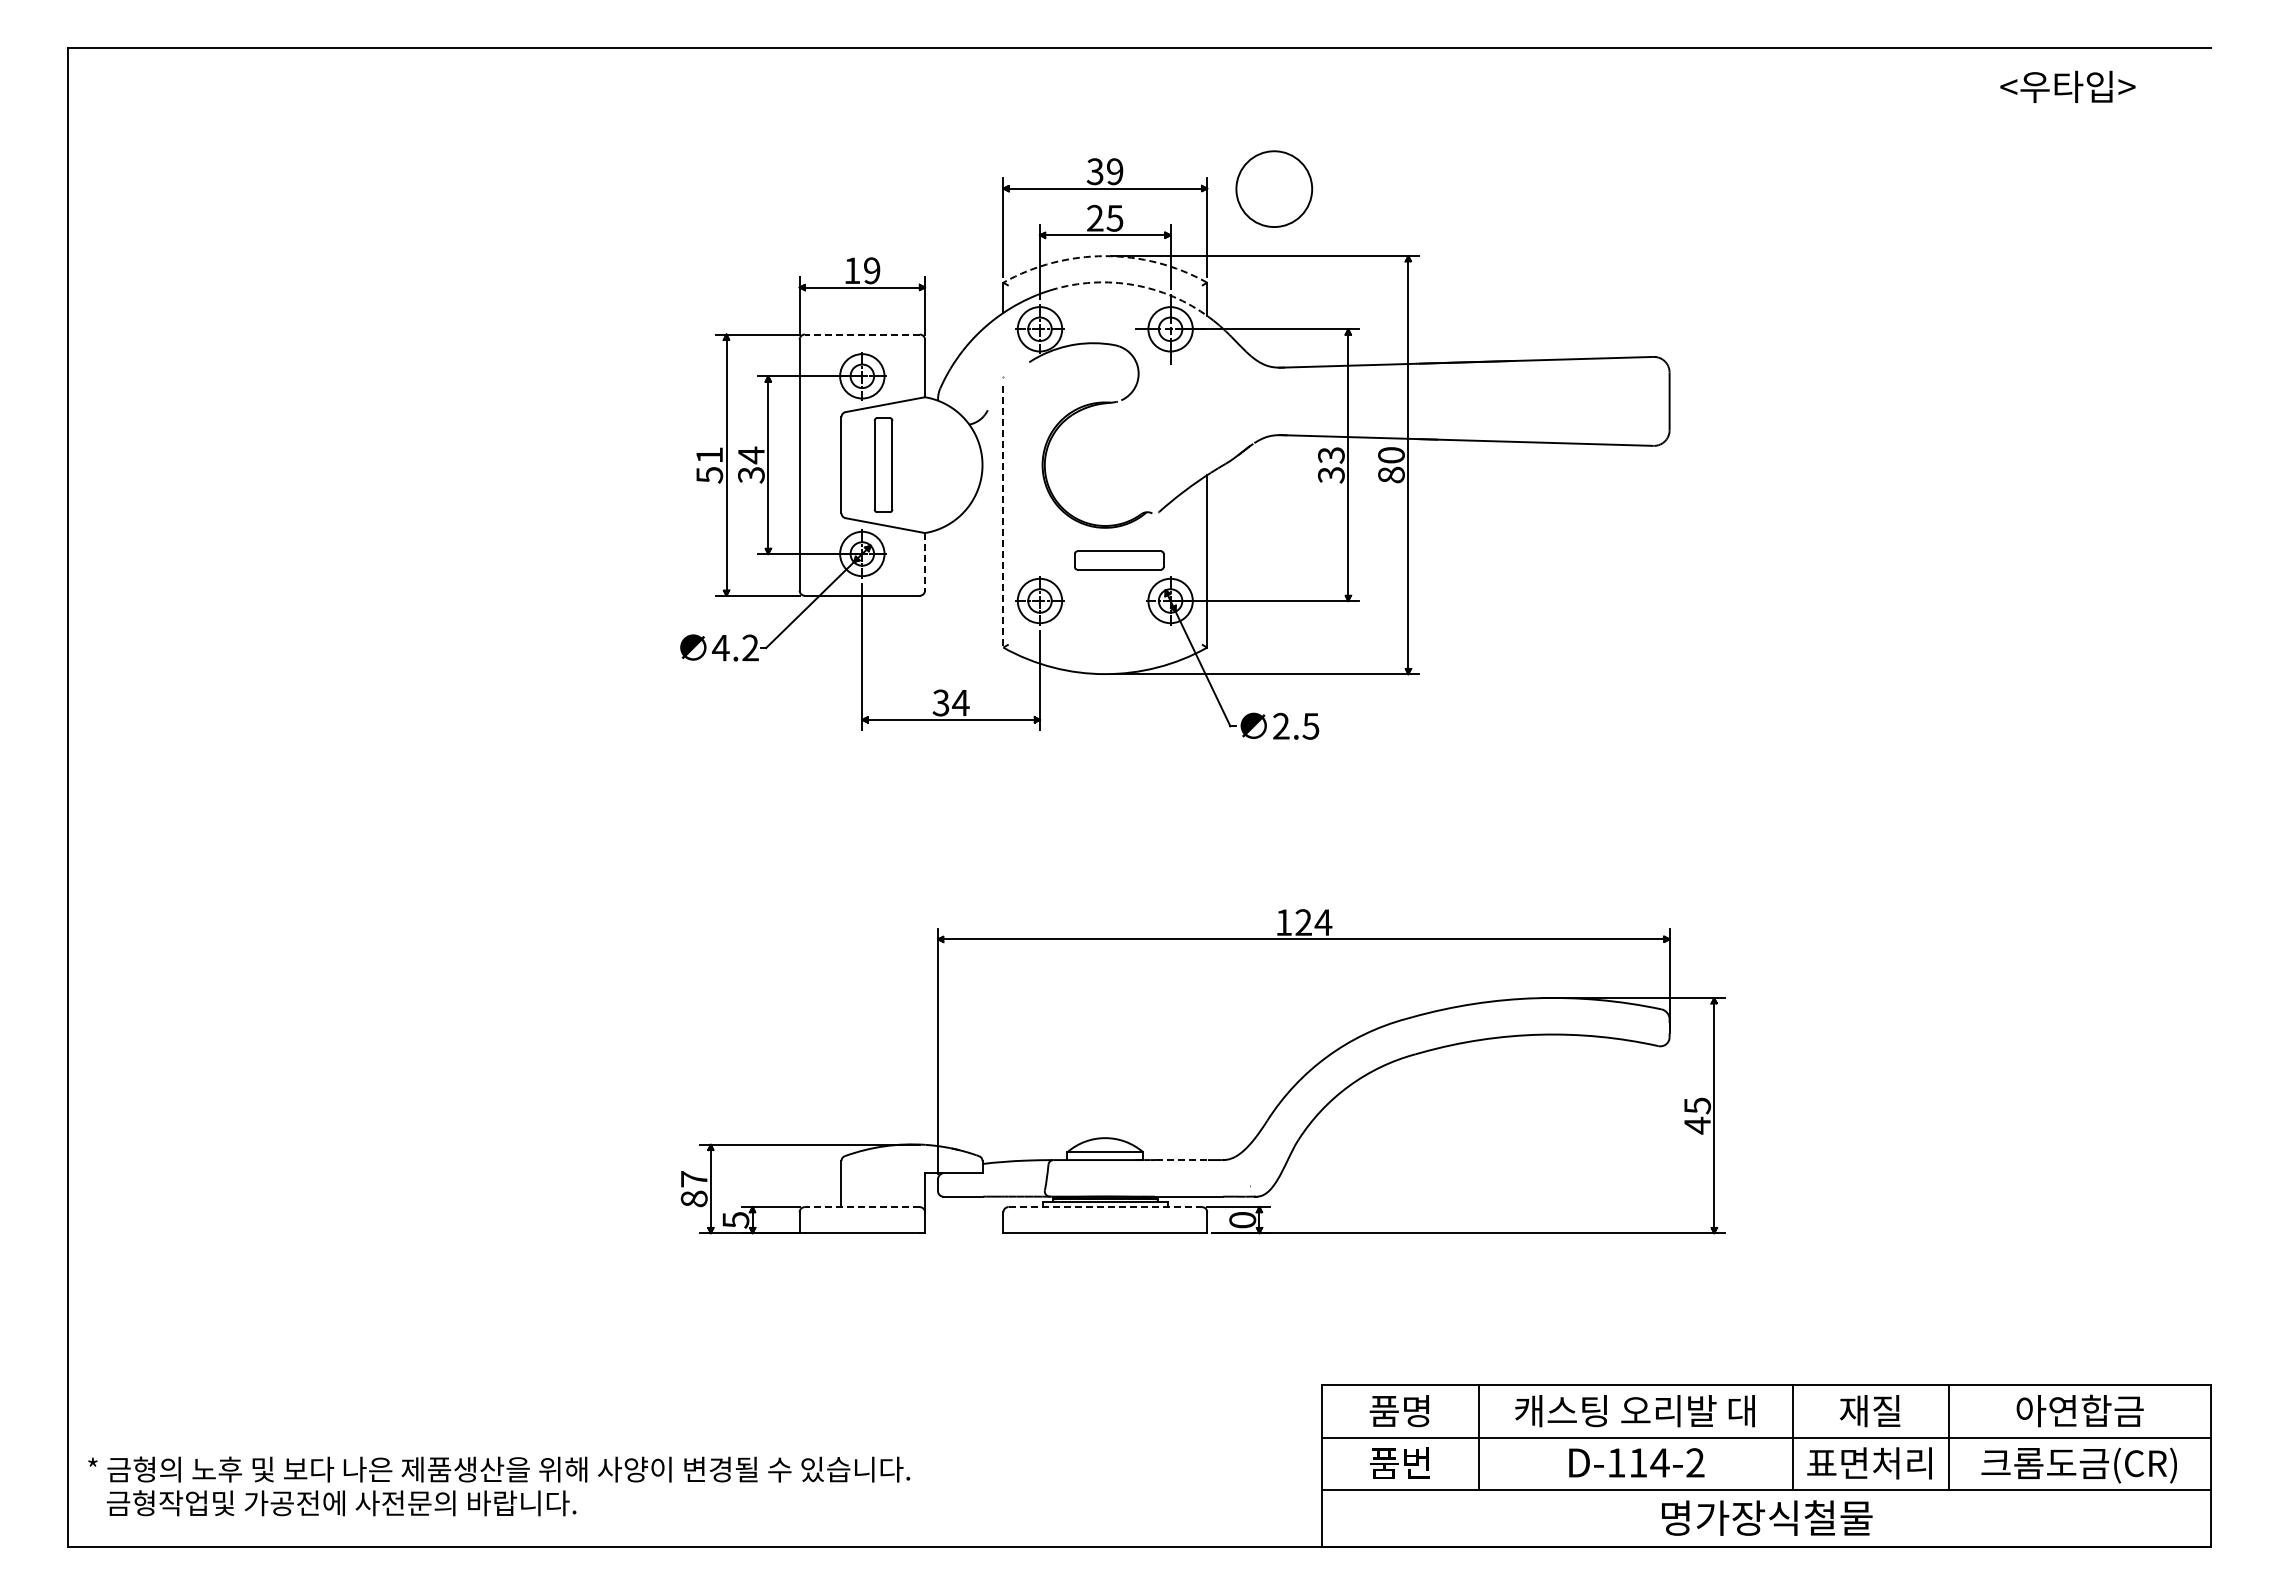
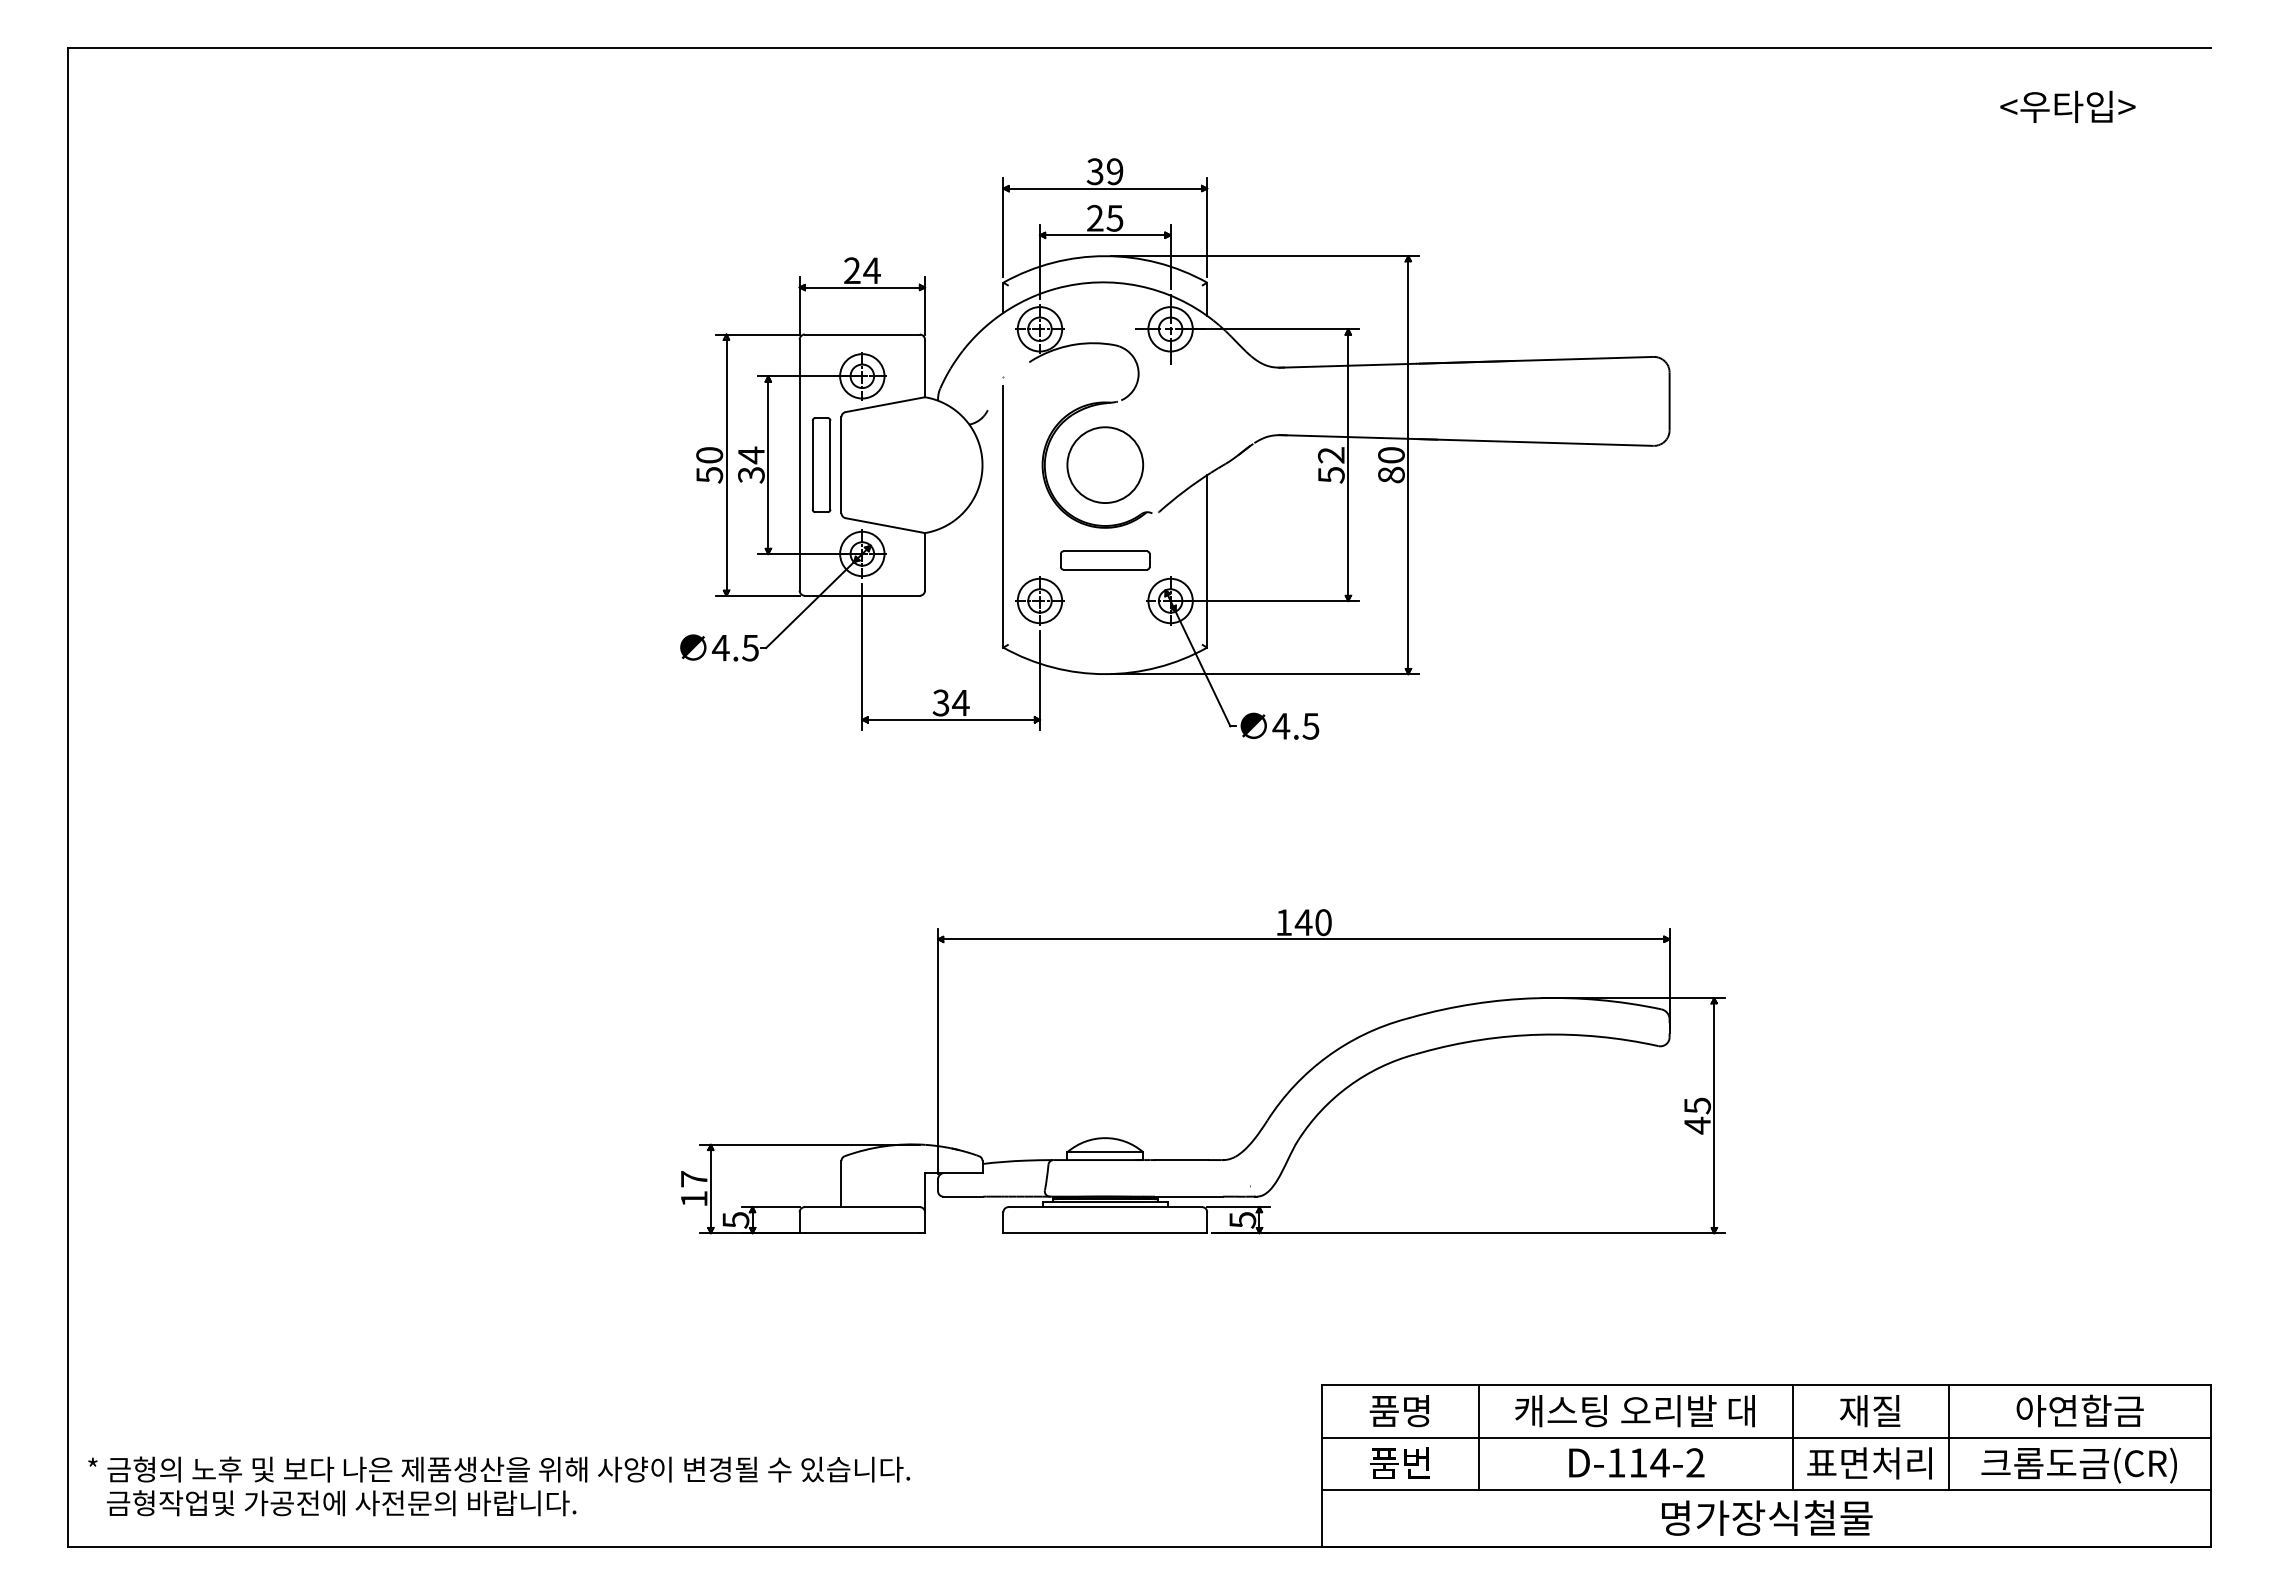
text at (2067, 86) position: (2067, 86) -> (2067, 106)
circle at (1274, 188) position: (1274, 188) -> (1105, 464)
arc at (1105, 256): dashed -> solid
text at (862, 270): 19 -> 24
arc at (1138, 286): dashed -> solid
line at (861, 334): dashed -> solid
text at (709, 455): 51 -> 50
part at (883, 464) position: (883, 464) -> (821, 464)
text at (1331, 464): 33 -> 52
line at (1003, 517): dashed -> solid
part at (1119, 560) position: (1119, 560) -> (1105, 560)
line at (925, 561): dashed -> solid
text at (750, 647): 4.2 -> 4.5
text at (1281, 725): 2.5 -> 4.5
text at (1313, 922): 124 -> 140
line at (1182, 1160): dashed -> solid
text at (693, 1198): 87 -> 17
line at (861, 1207): dashed -> solid
line at (1105, 1207): dashed -> solid
text at (1242, 1220): 0 -> 5
